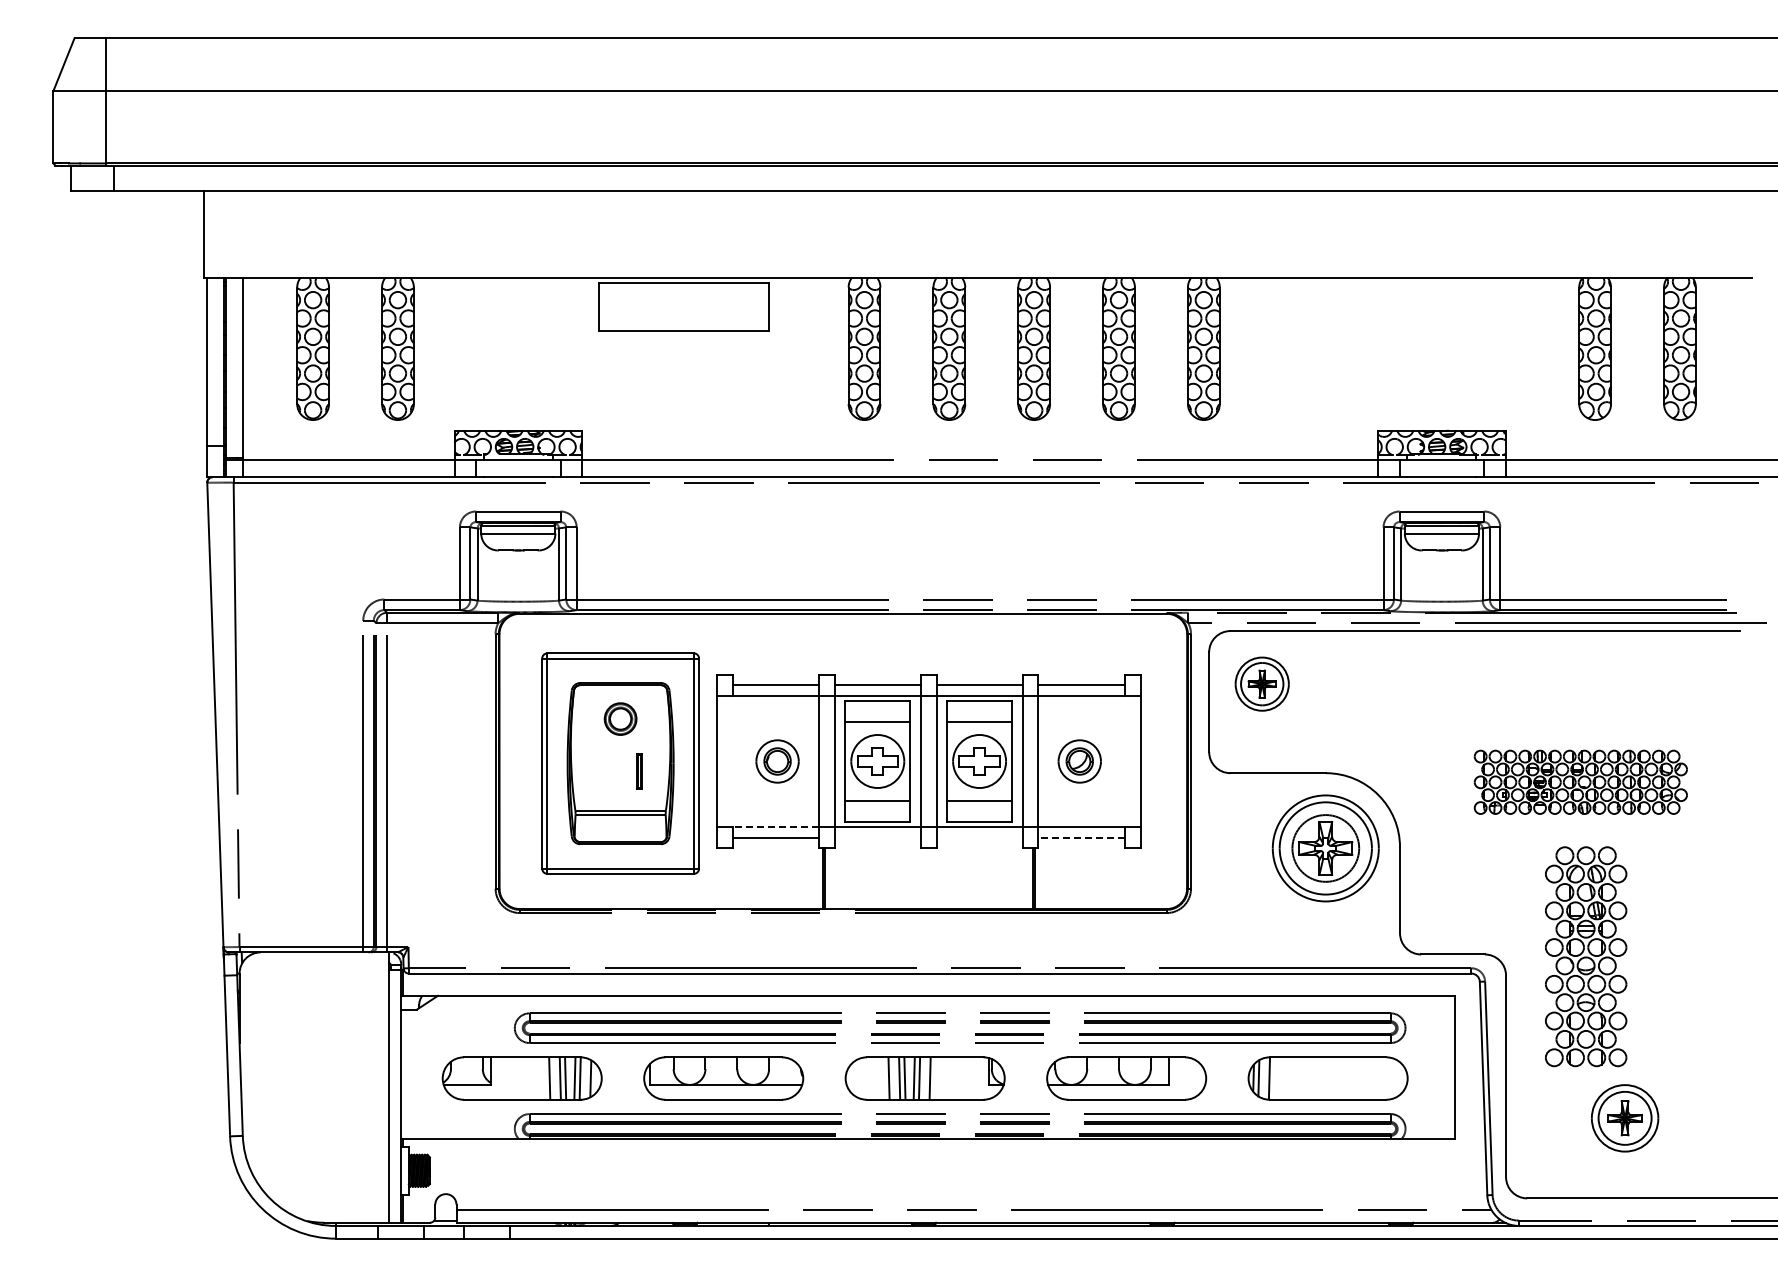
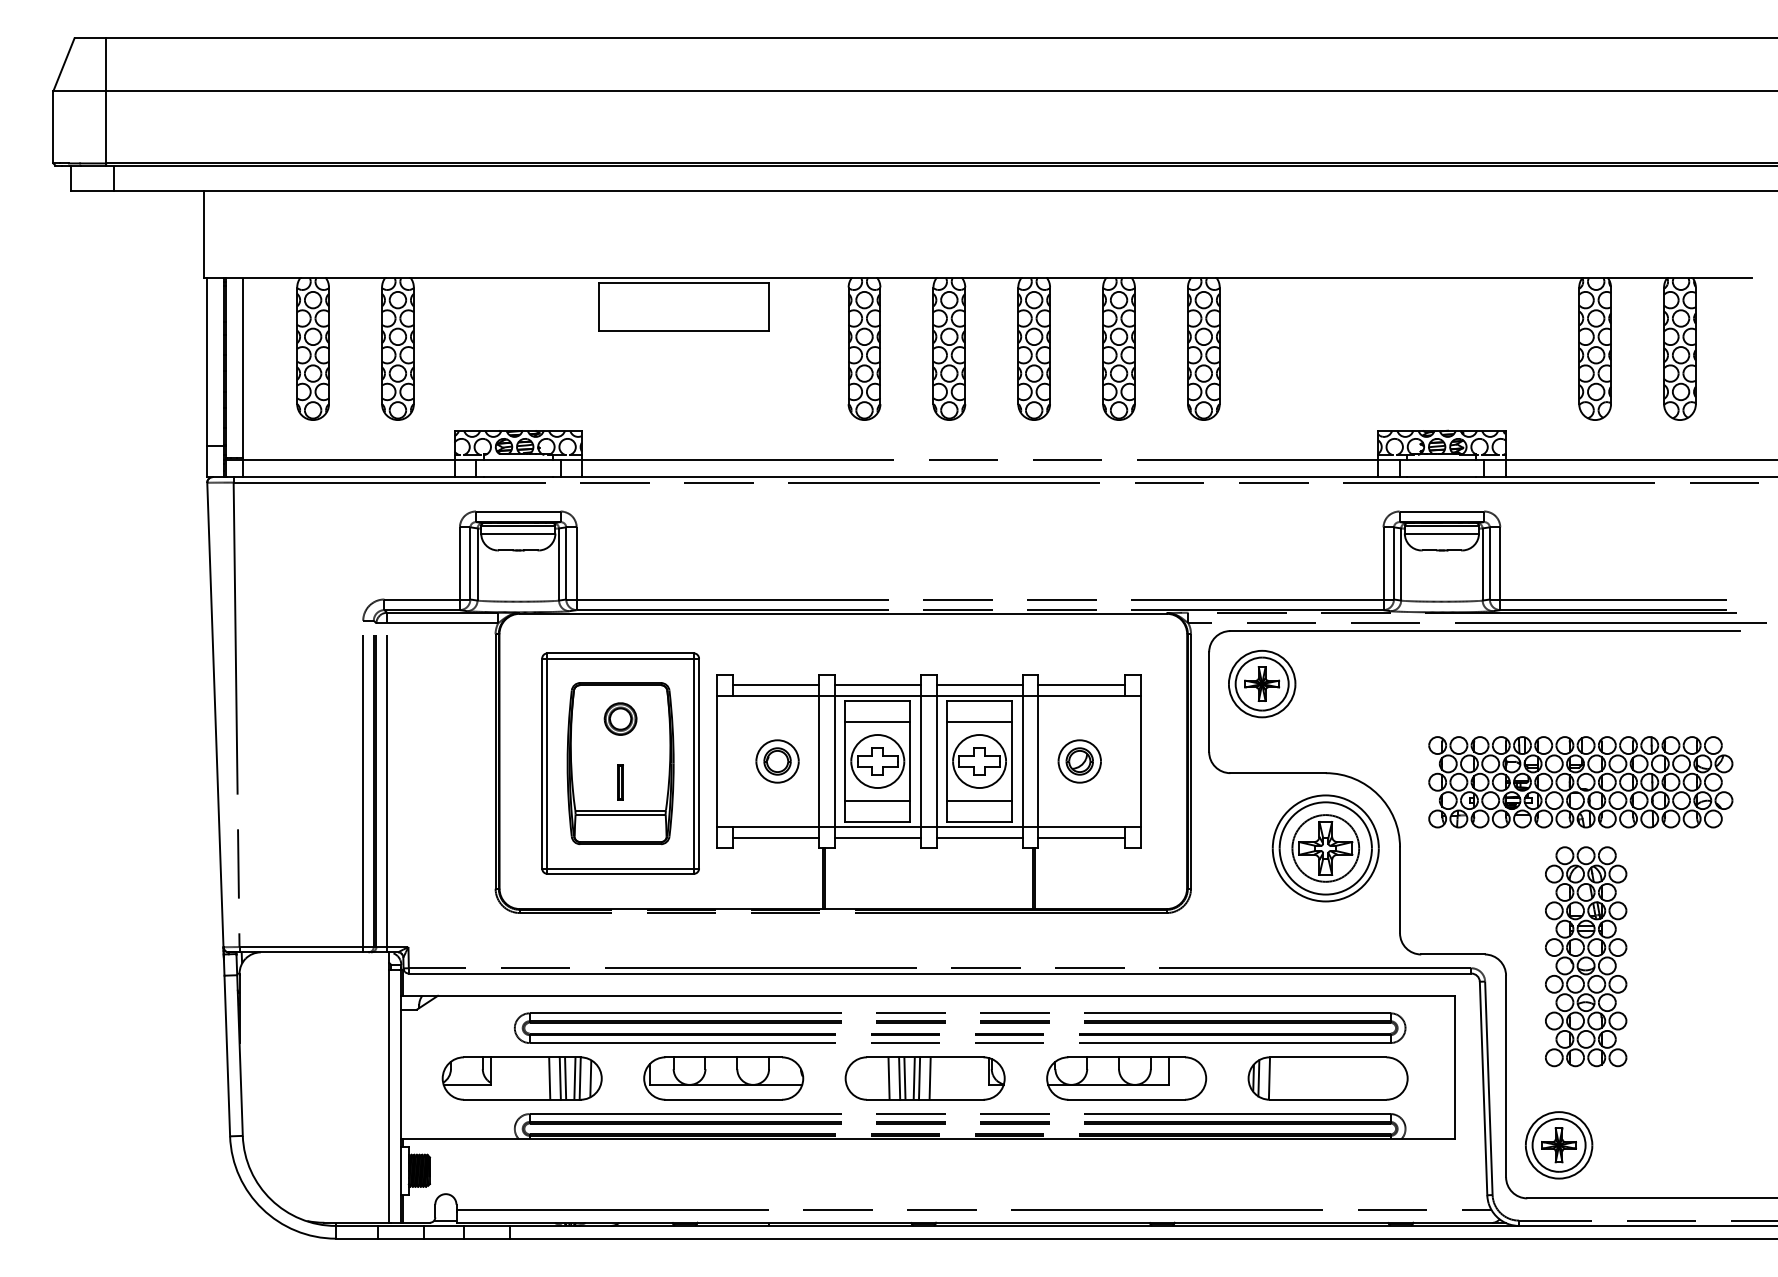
part at (1261, 683) size: 56x56 px -> 69x69 px
part at (639, 771) position: (639, 771) -> (620, 782)
part at (1580, 781) size: 215x66 px -> 306x93 px
line at (775, 827): dashed -> solid
line at (877, 837): none -> present
line at (979, 837): none -> present
line at (1081, 837): dashed -> solid
part at (1625, 1118) position: (1625, 1118) -> (1559, 1145)
